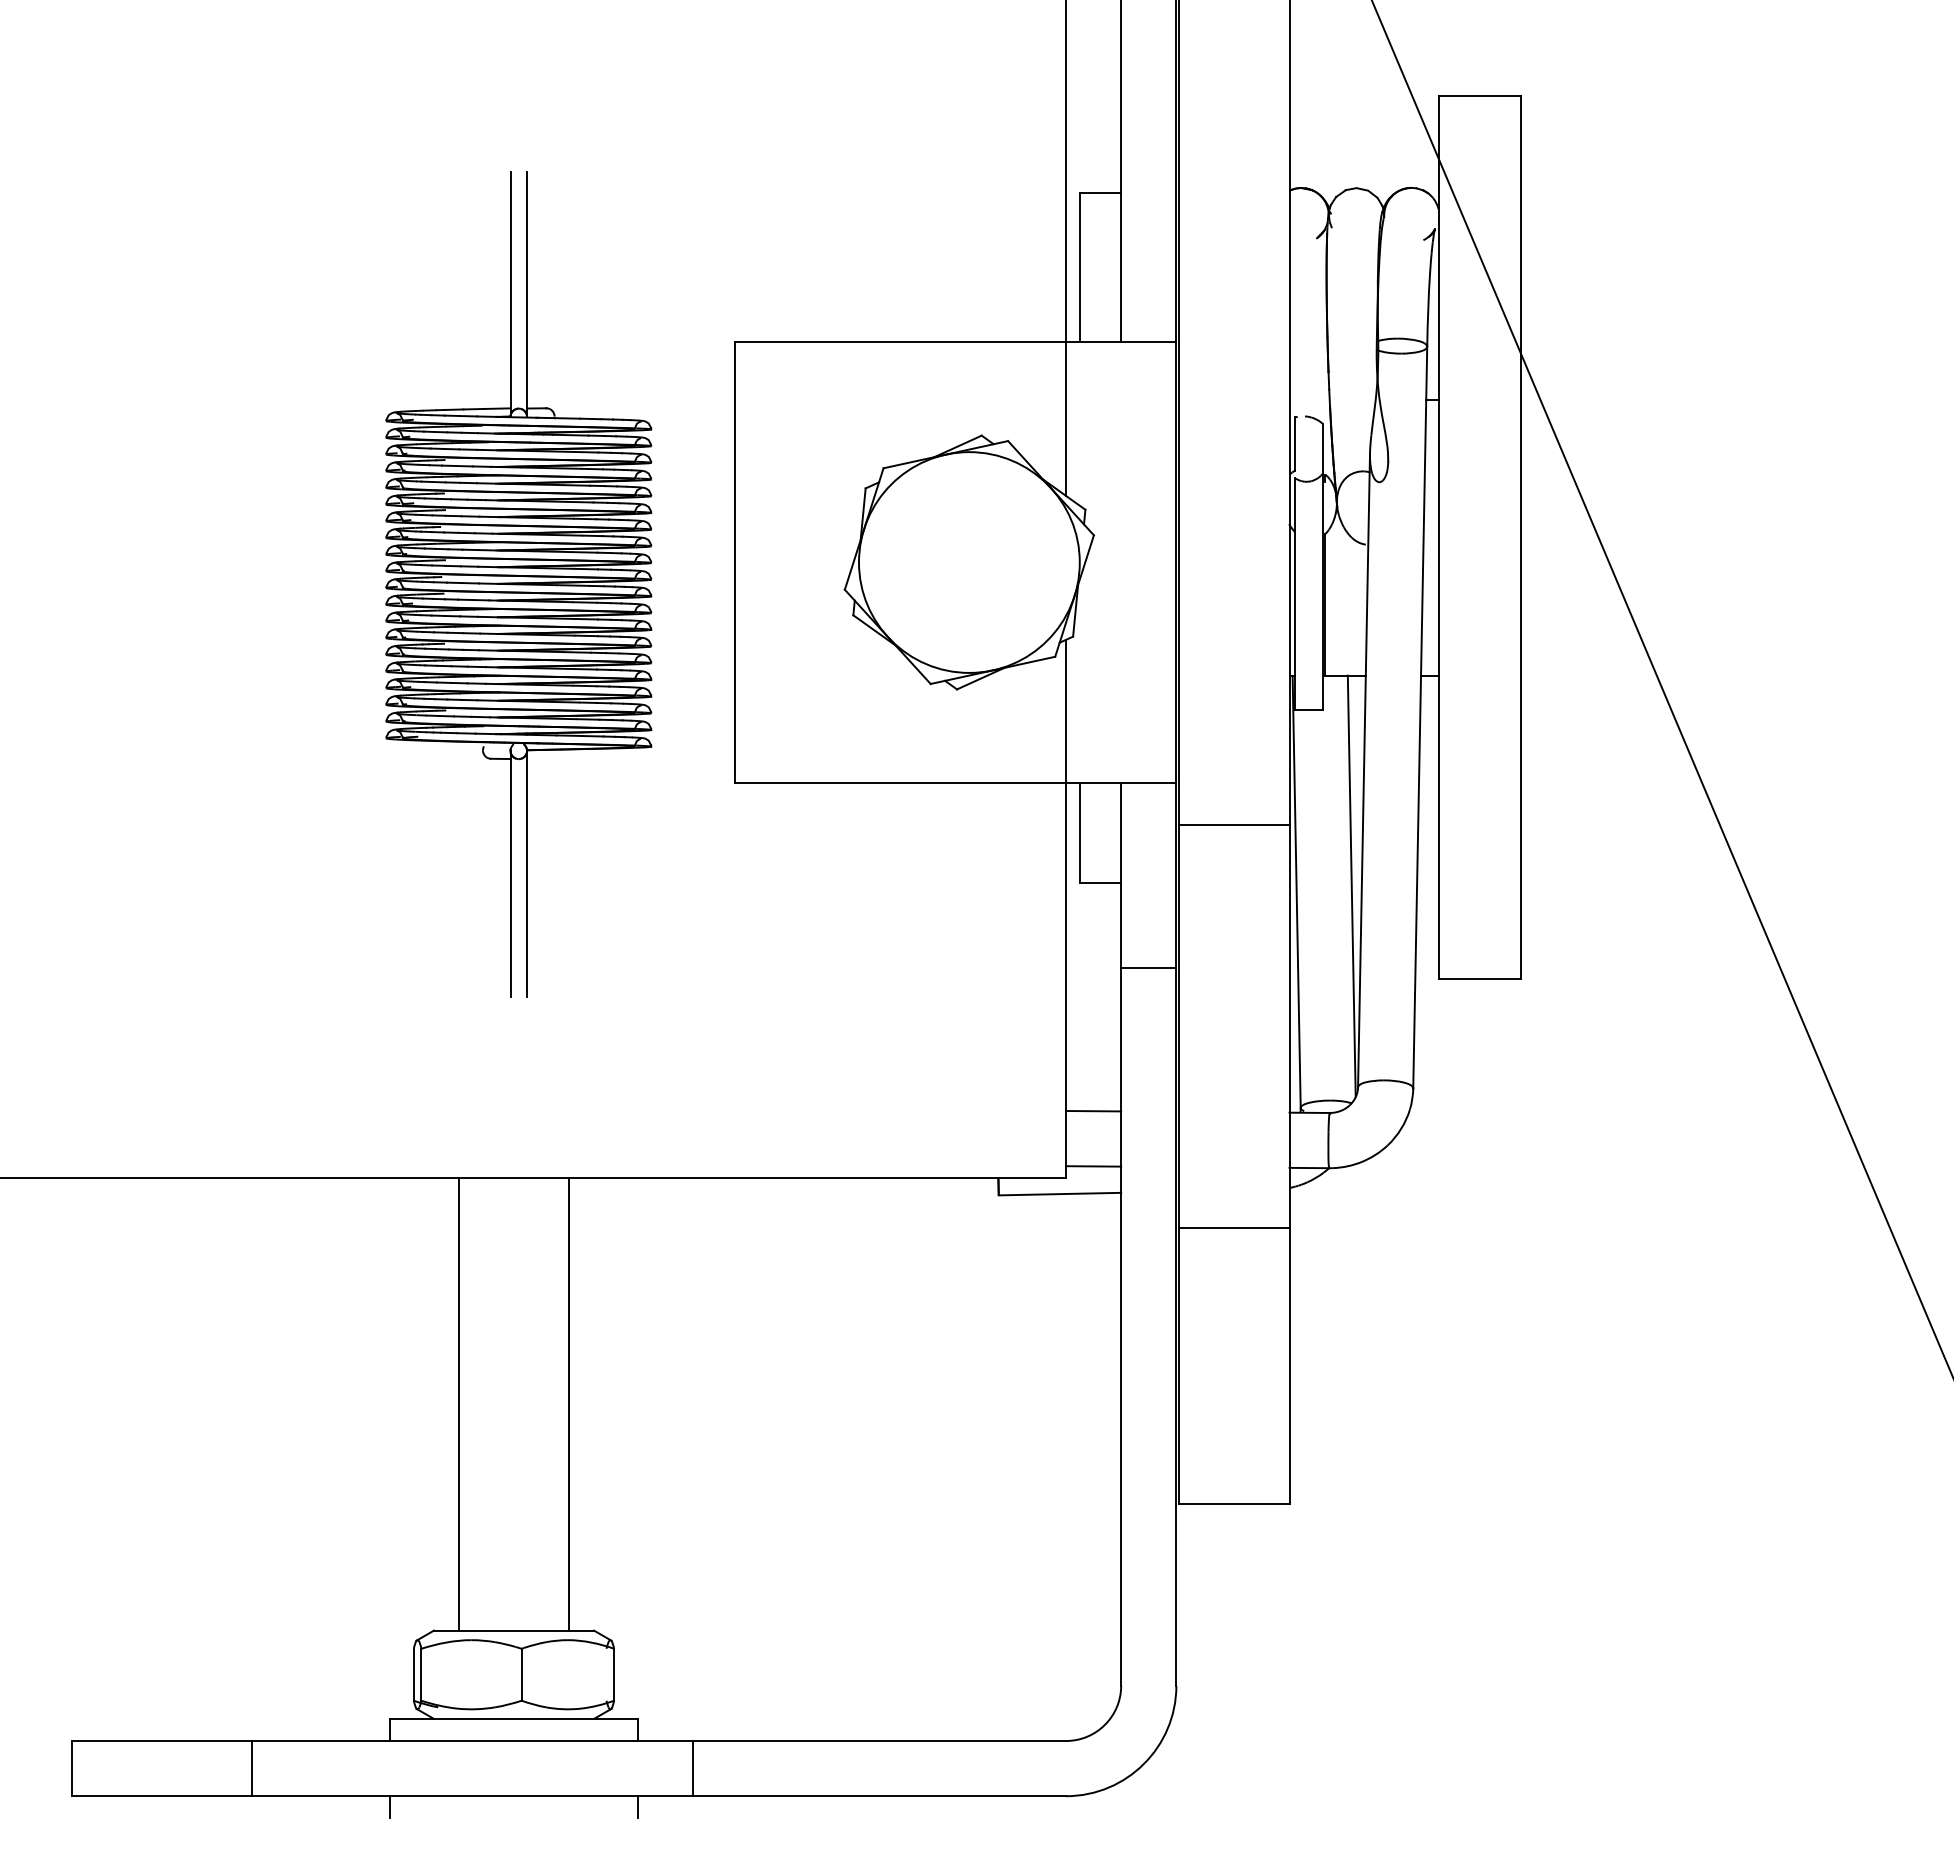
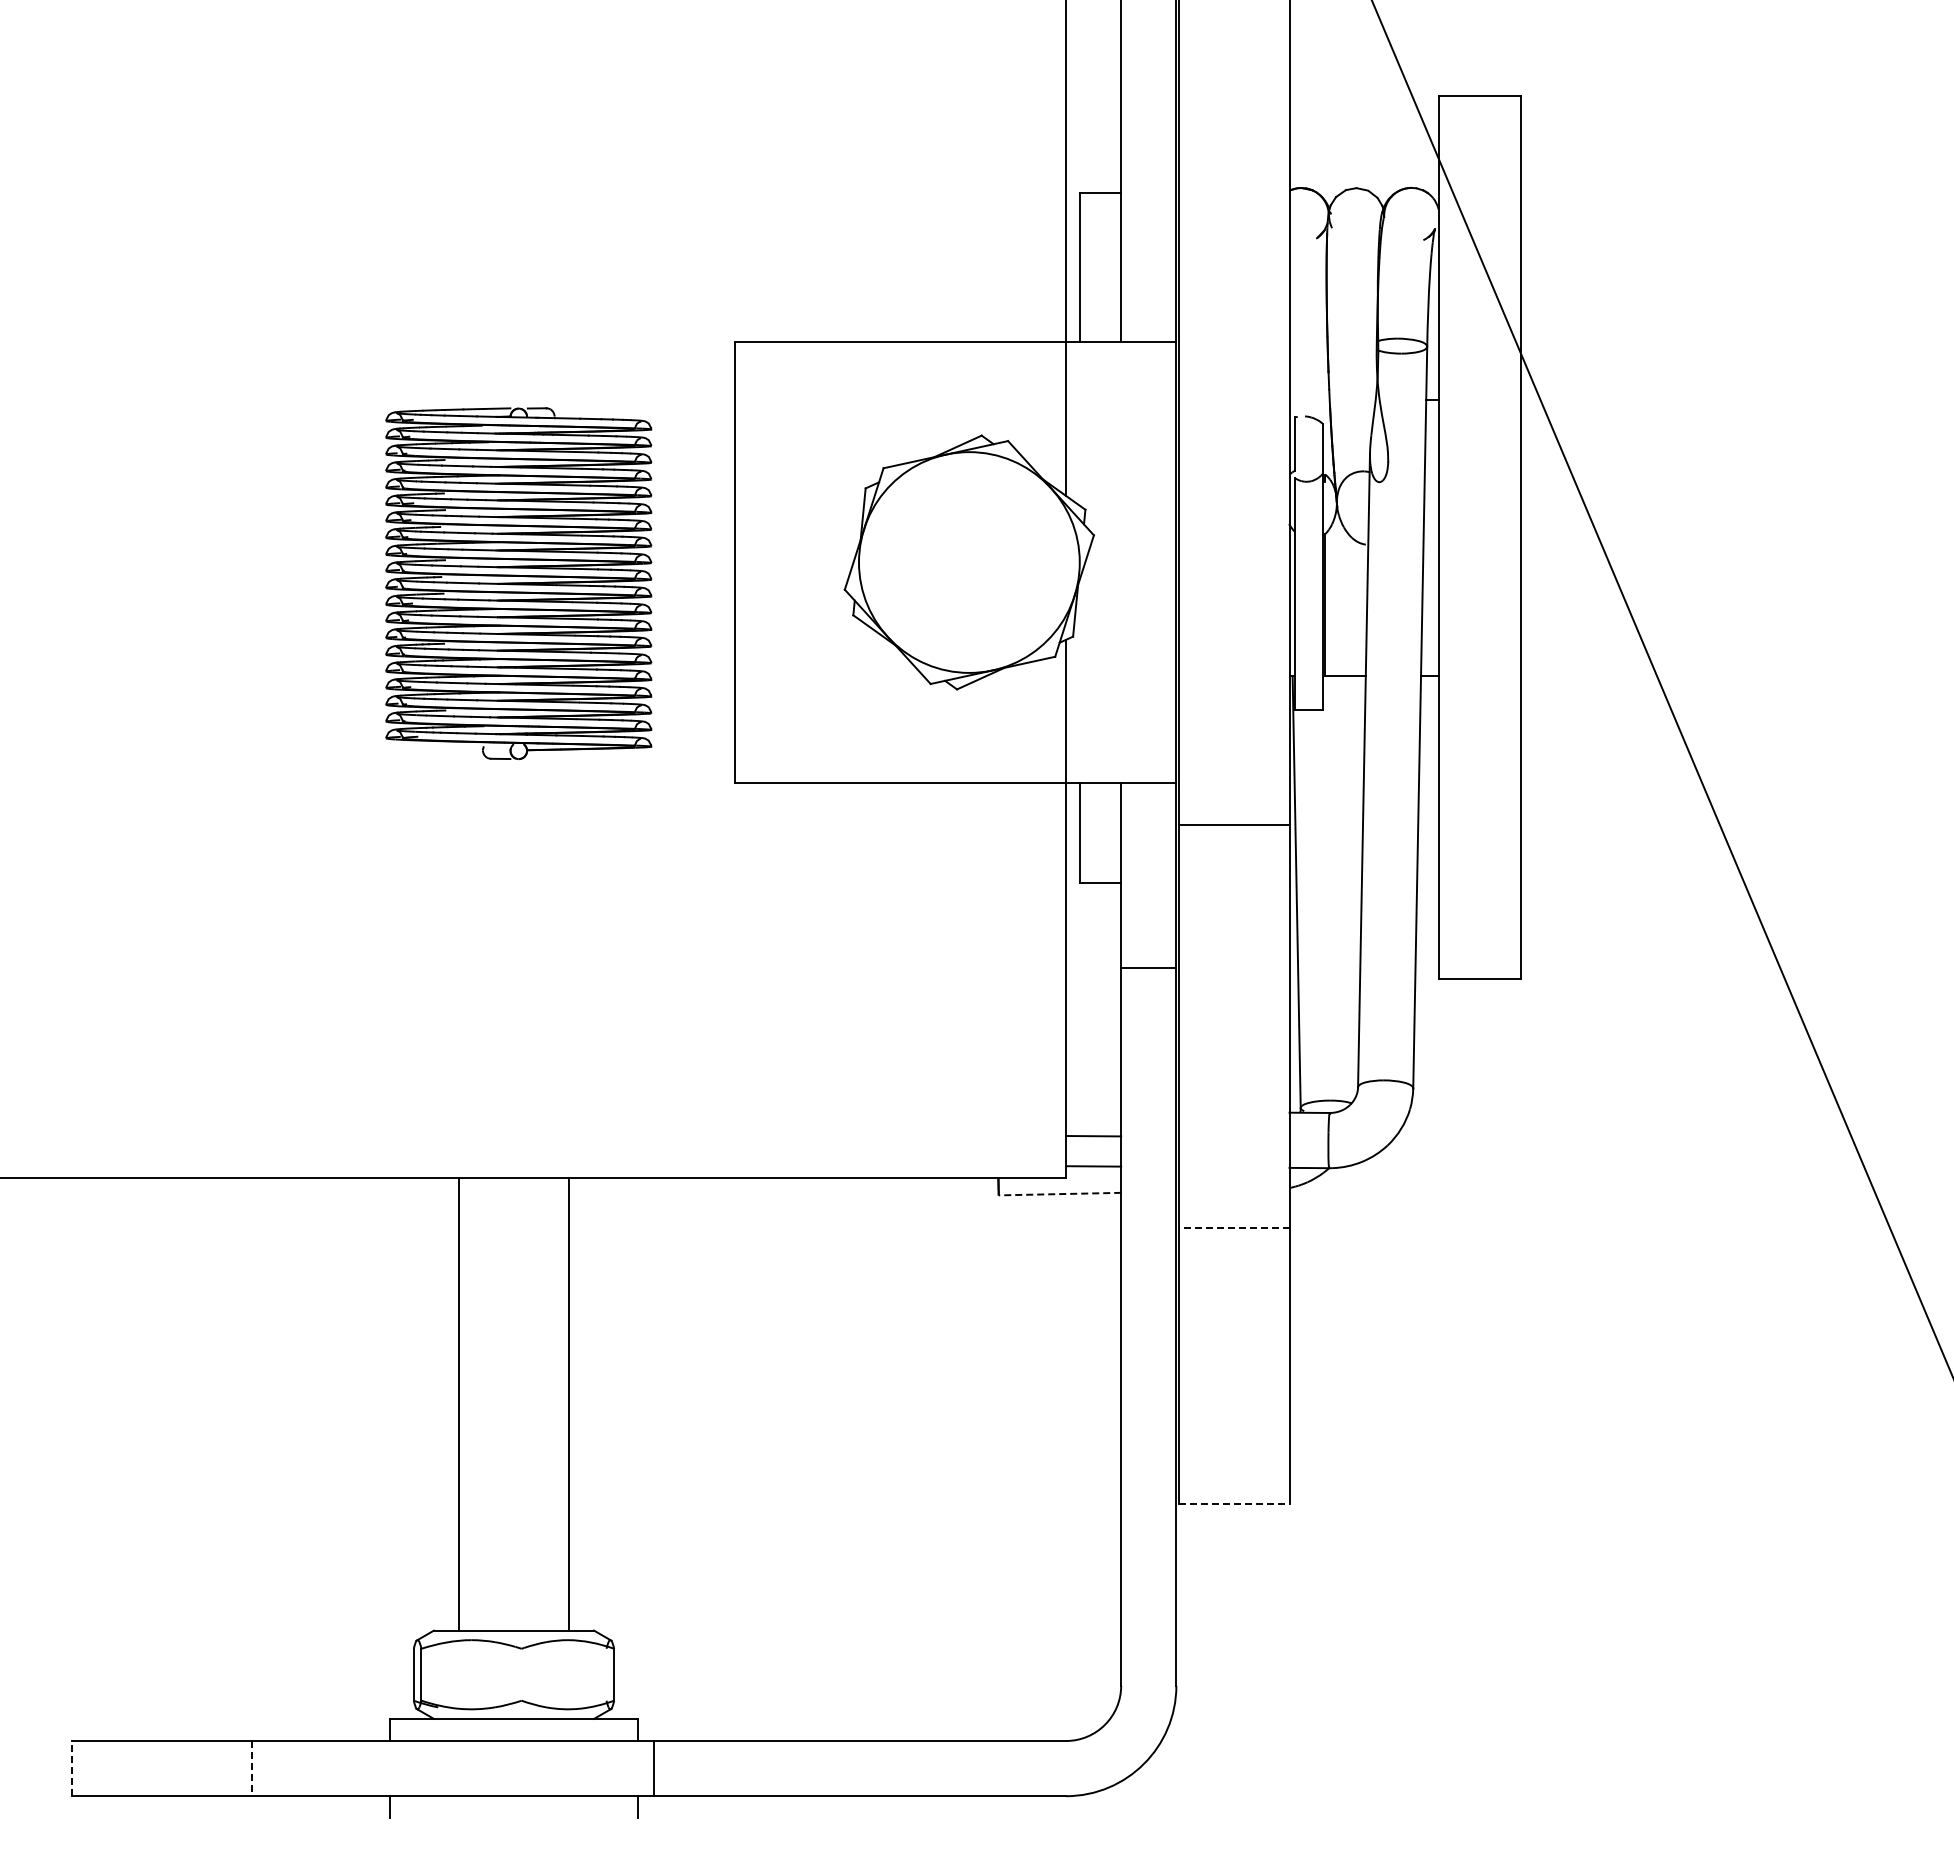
line at (510, 294): present -> none
line at (527, 294): present -> none
line at (510, 873): present -> none
line at (527, 873): present -> none
line at (1351, 885): present -> none
line at (1093, 1111) position: (1093, 1111) -> (1093, 1136)
line at (1059, 1194): solid -> dashed
line at (1233, 1227): solid -> dashed
line at (1234, 1503): solid -> dashed
line at (521, 1674): present -> none
line at (72, 1768): solid -> dashed
line at (251, 1768): solid -> dashed
line at (693, 1768) position: (693, 1768) -> (654, 1768)
